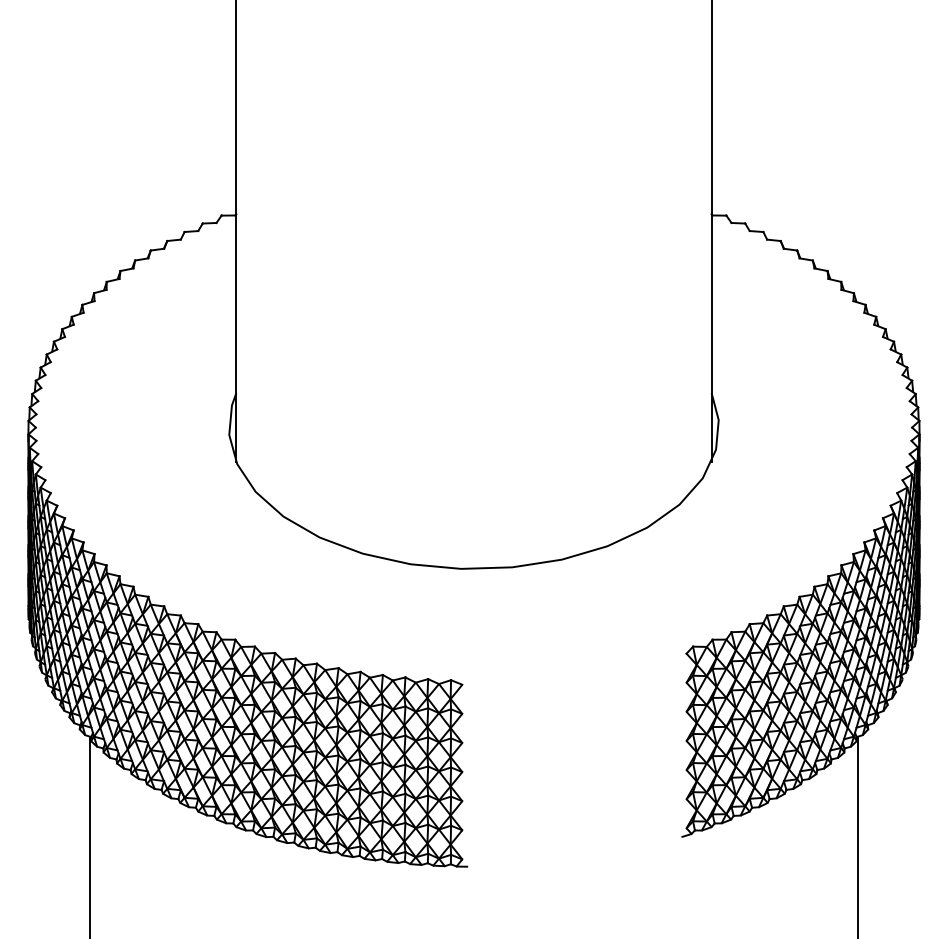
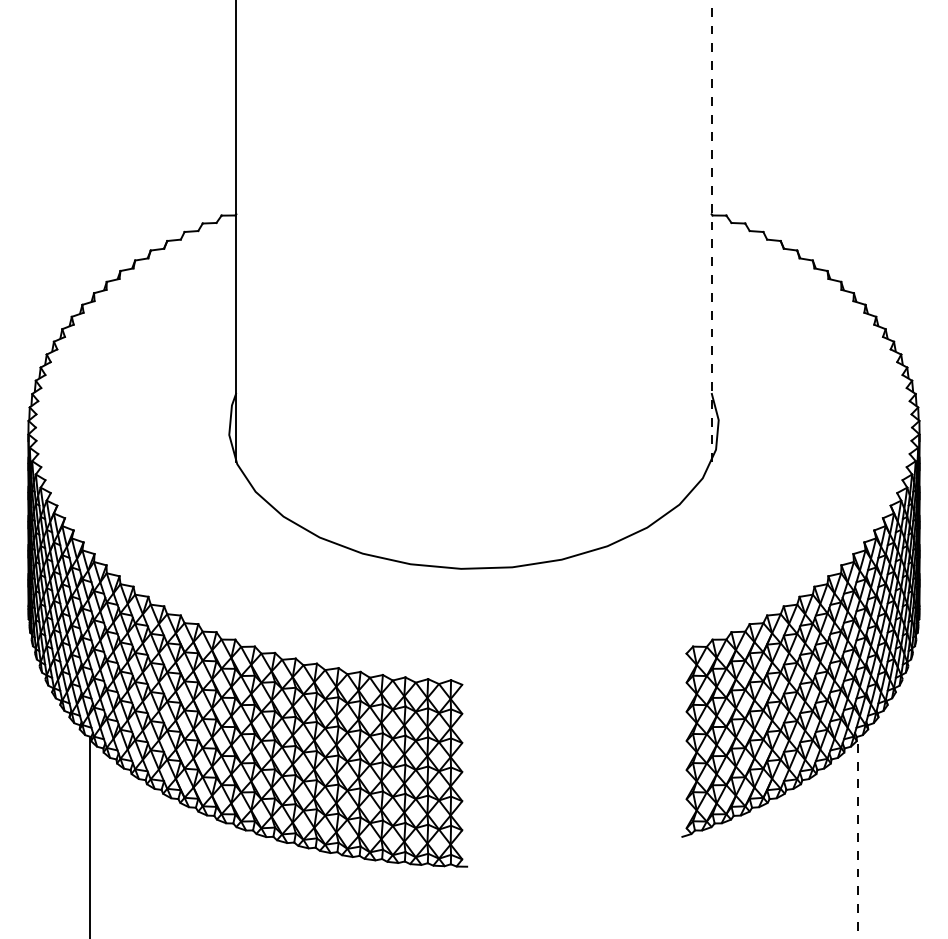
line at (711, 230): solid -> dashed
line at (857, 837): solid -> dashed
